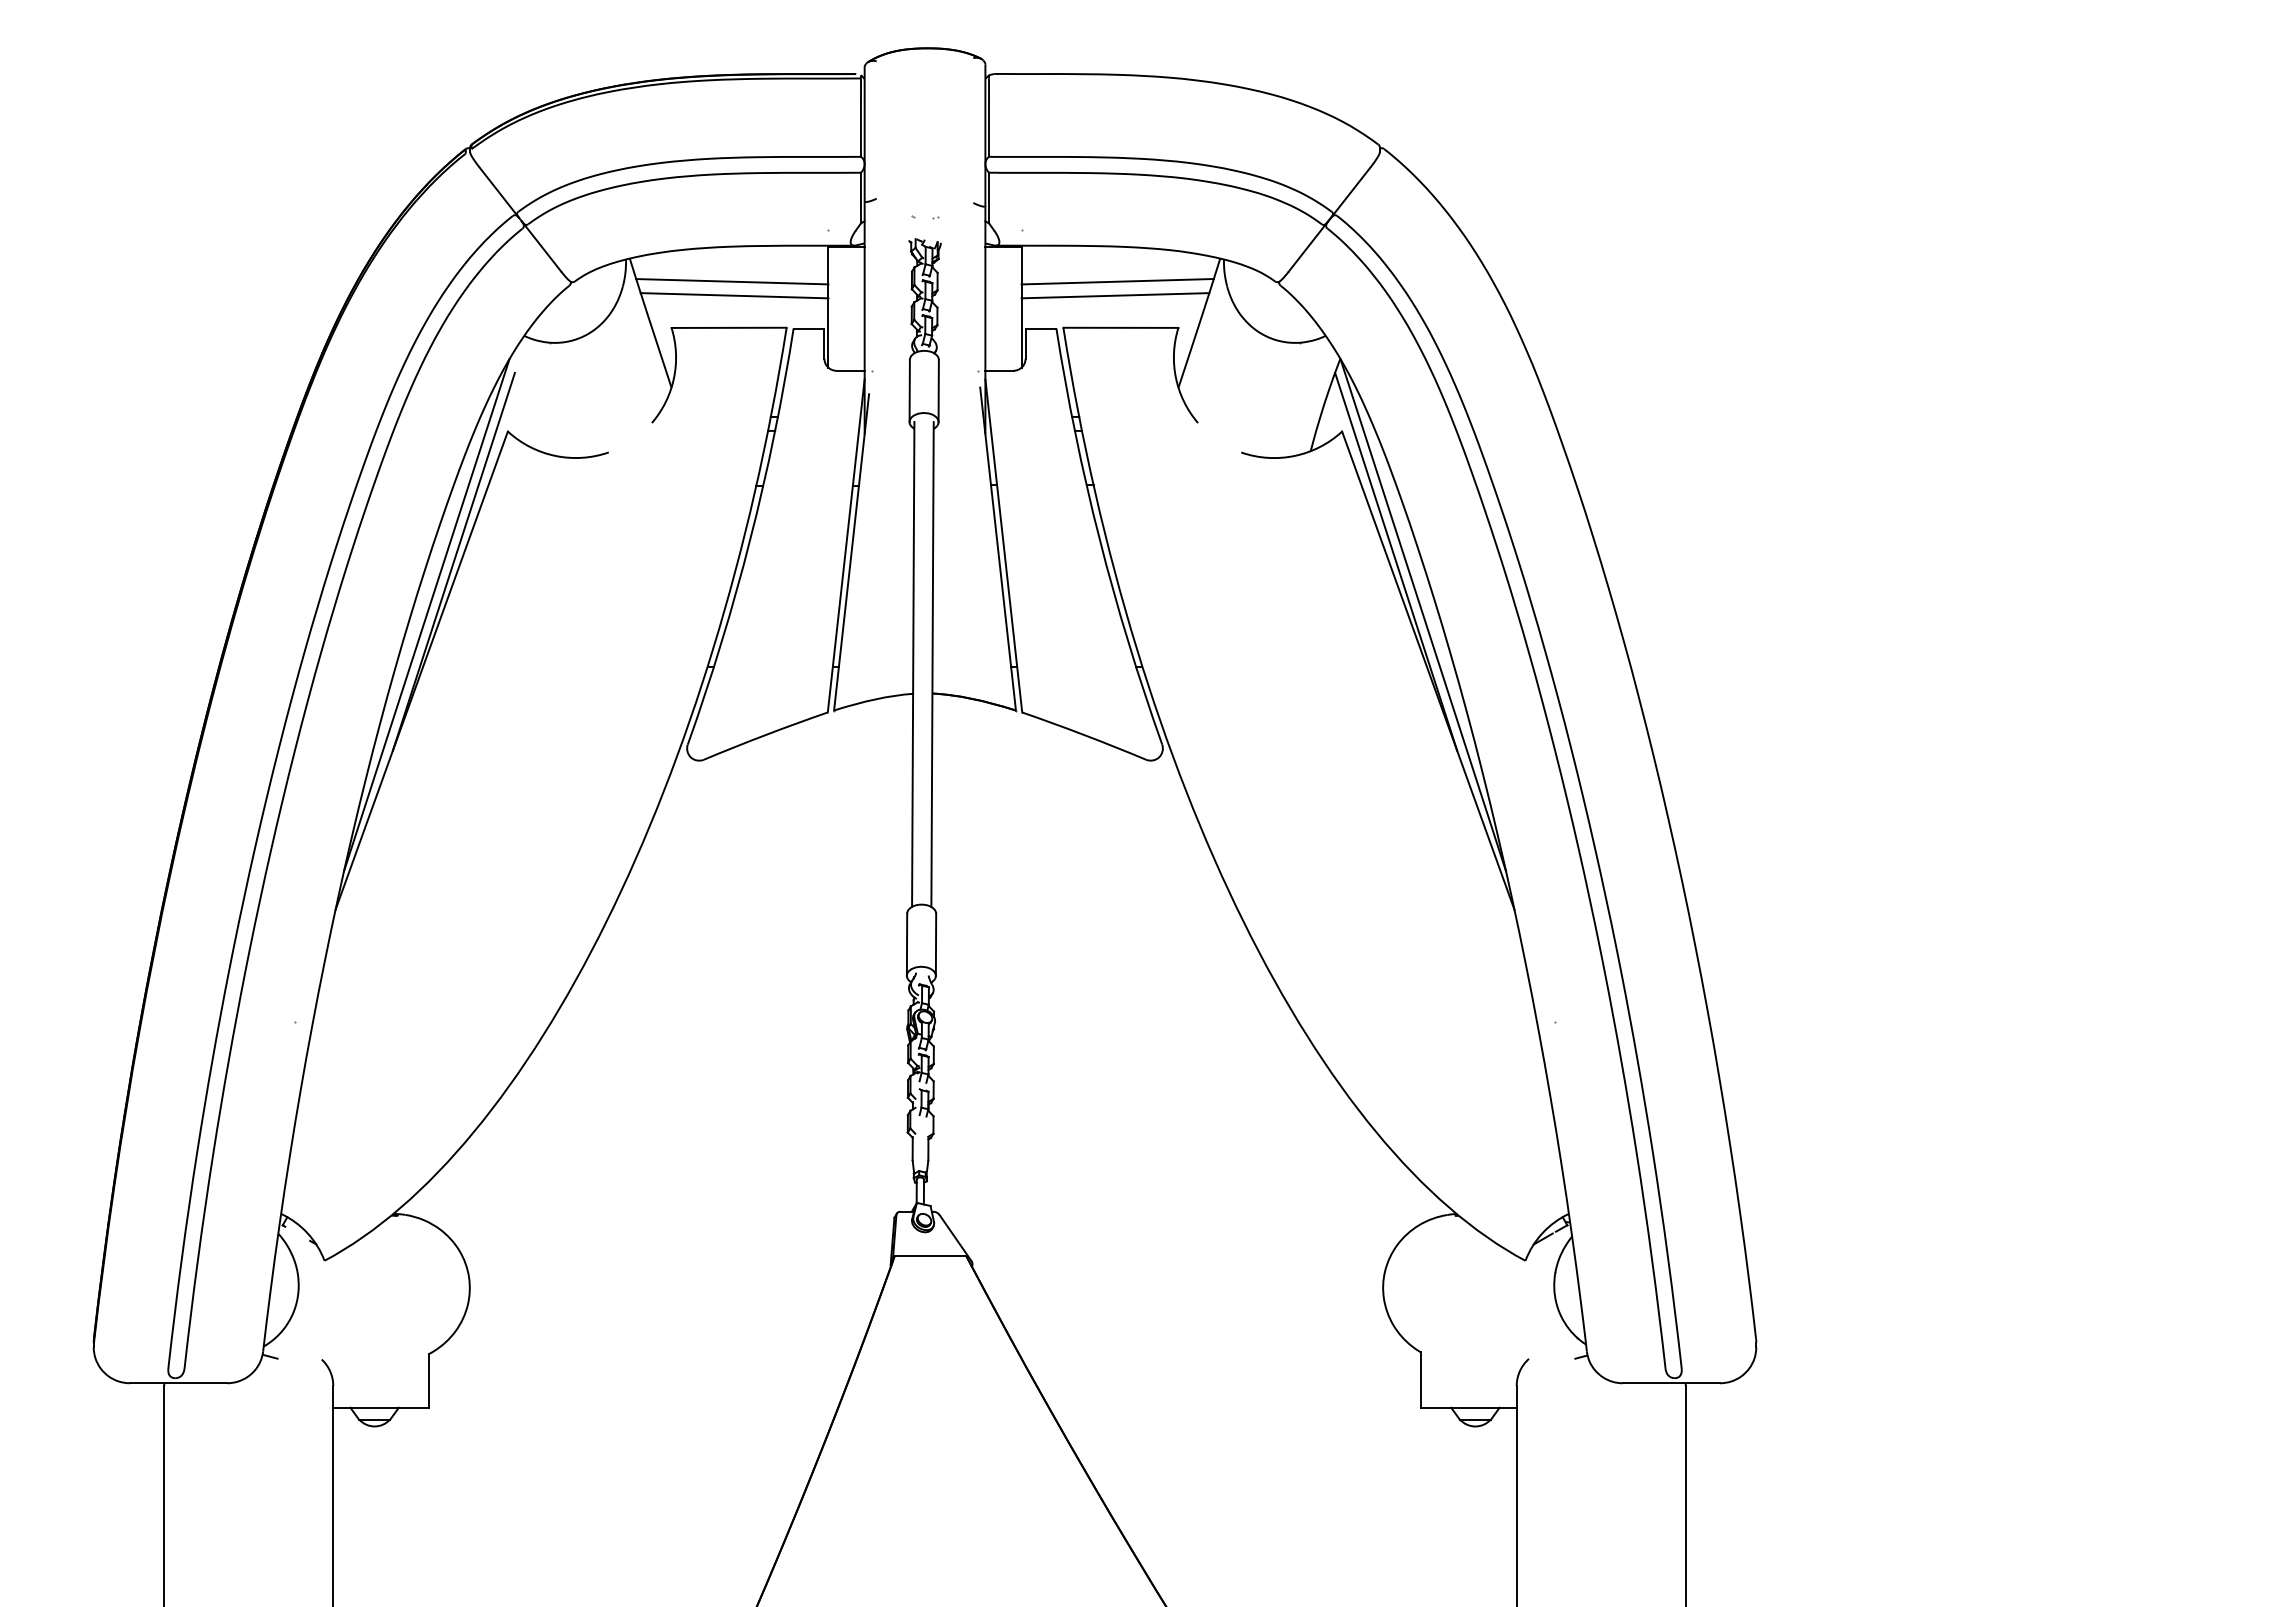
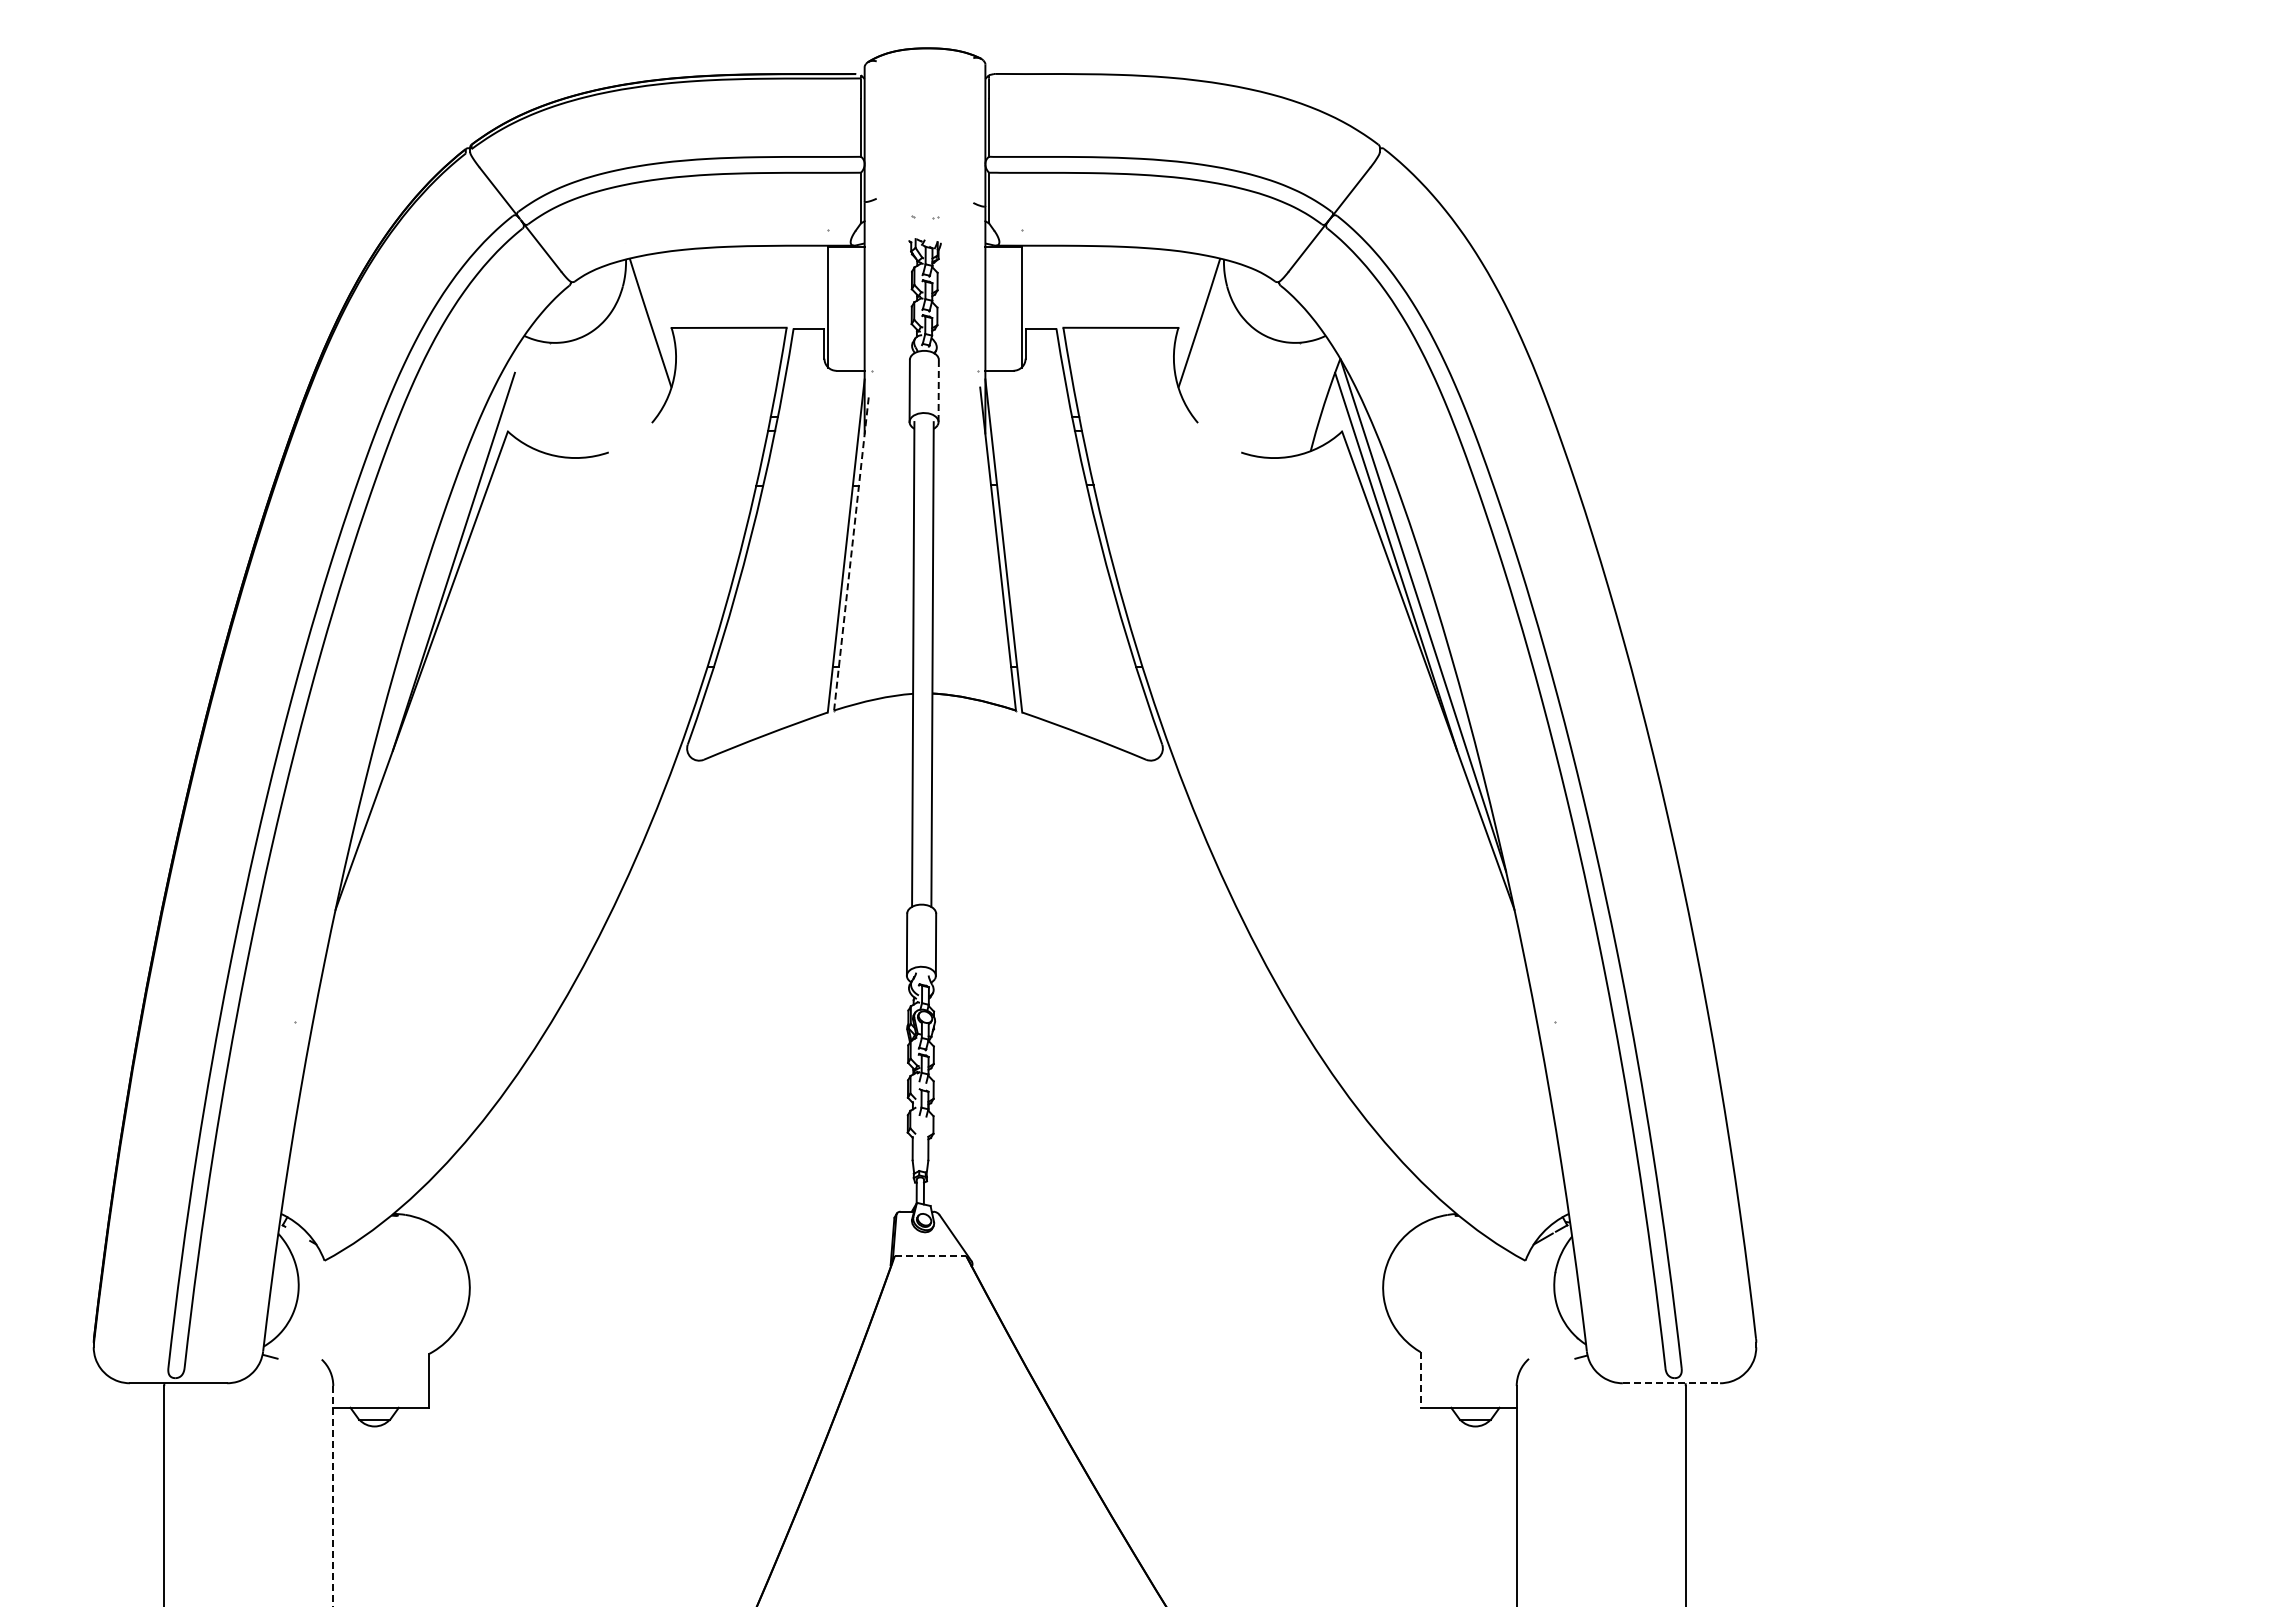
line at (732, 281): present -> none
line at (1117, 281): present -> none
line at (734, 295): present -> none
line at (1115, 295): present -> none
line at (938, 391): solid -> dashed
line at (851, 551): solid -> dashed
line at (426, 615): present -> none
line at (930, 1255): solid -> dashed
line at (1420, 1379): solid -> dashed
line at (1671, 1383): solid -> dashed
line at (333, 1496): solid -> dashed
